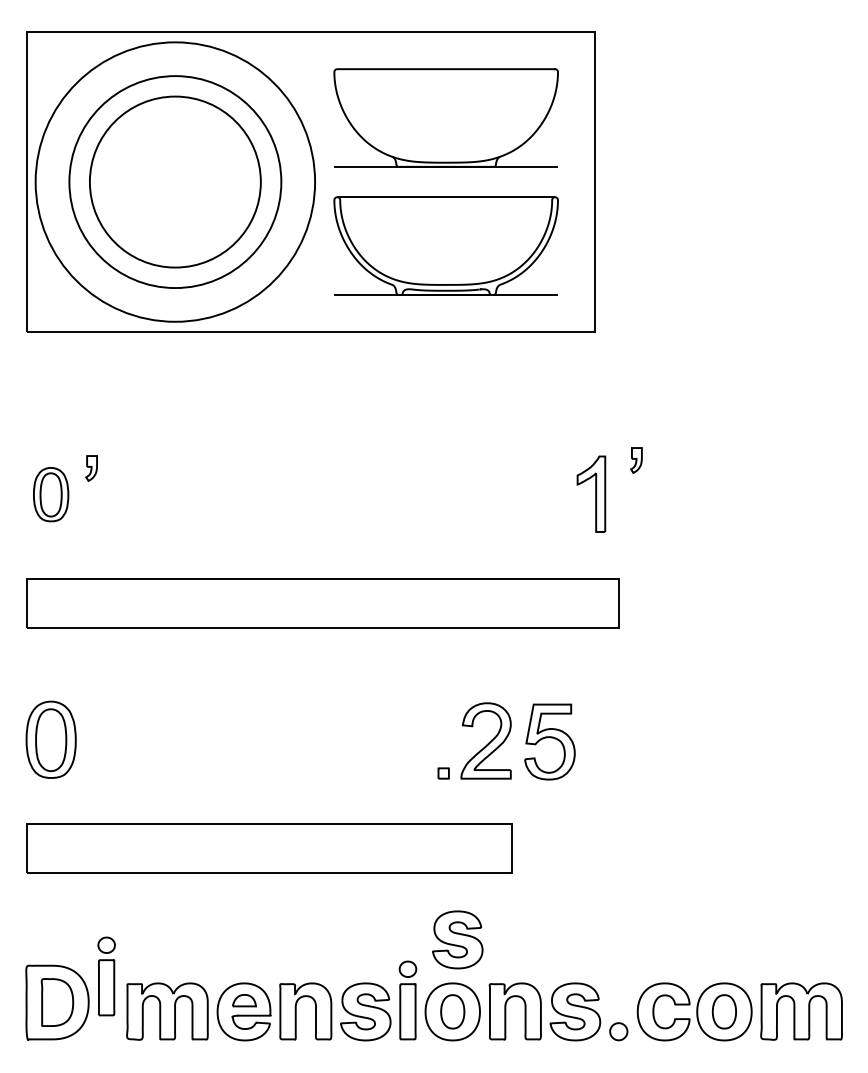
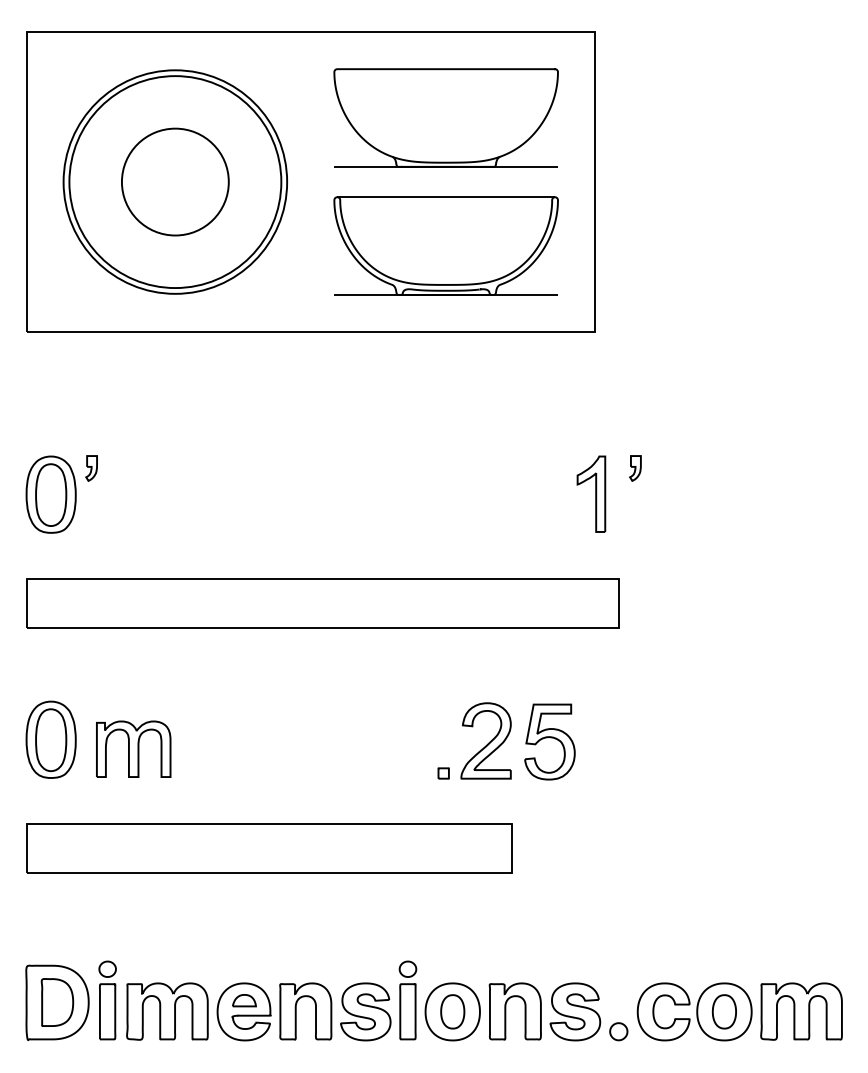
circle at (174, 181) diameter: 171 px -> 107 px
circle at (175, 181) diameter: 279 px -> 224 px
part at (636, 460) position: (636, 460) -> (635, 468)
part at (51, 494) size: 37x56 px -> 52x79 px
part at (133, 748): none -> present
part at (457, 939): present -> none
part at (106, 976) position: (106, 976) -> (107, 1000)
